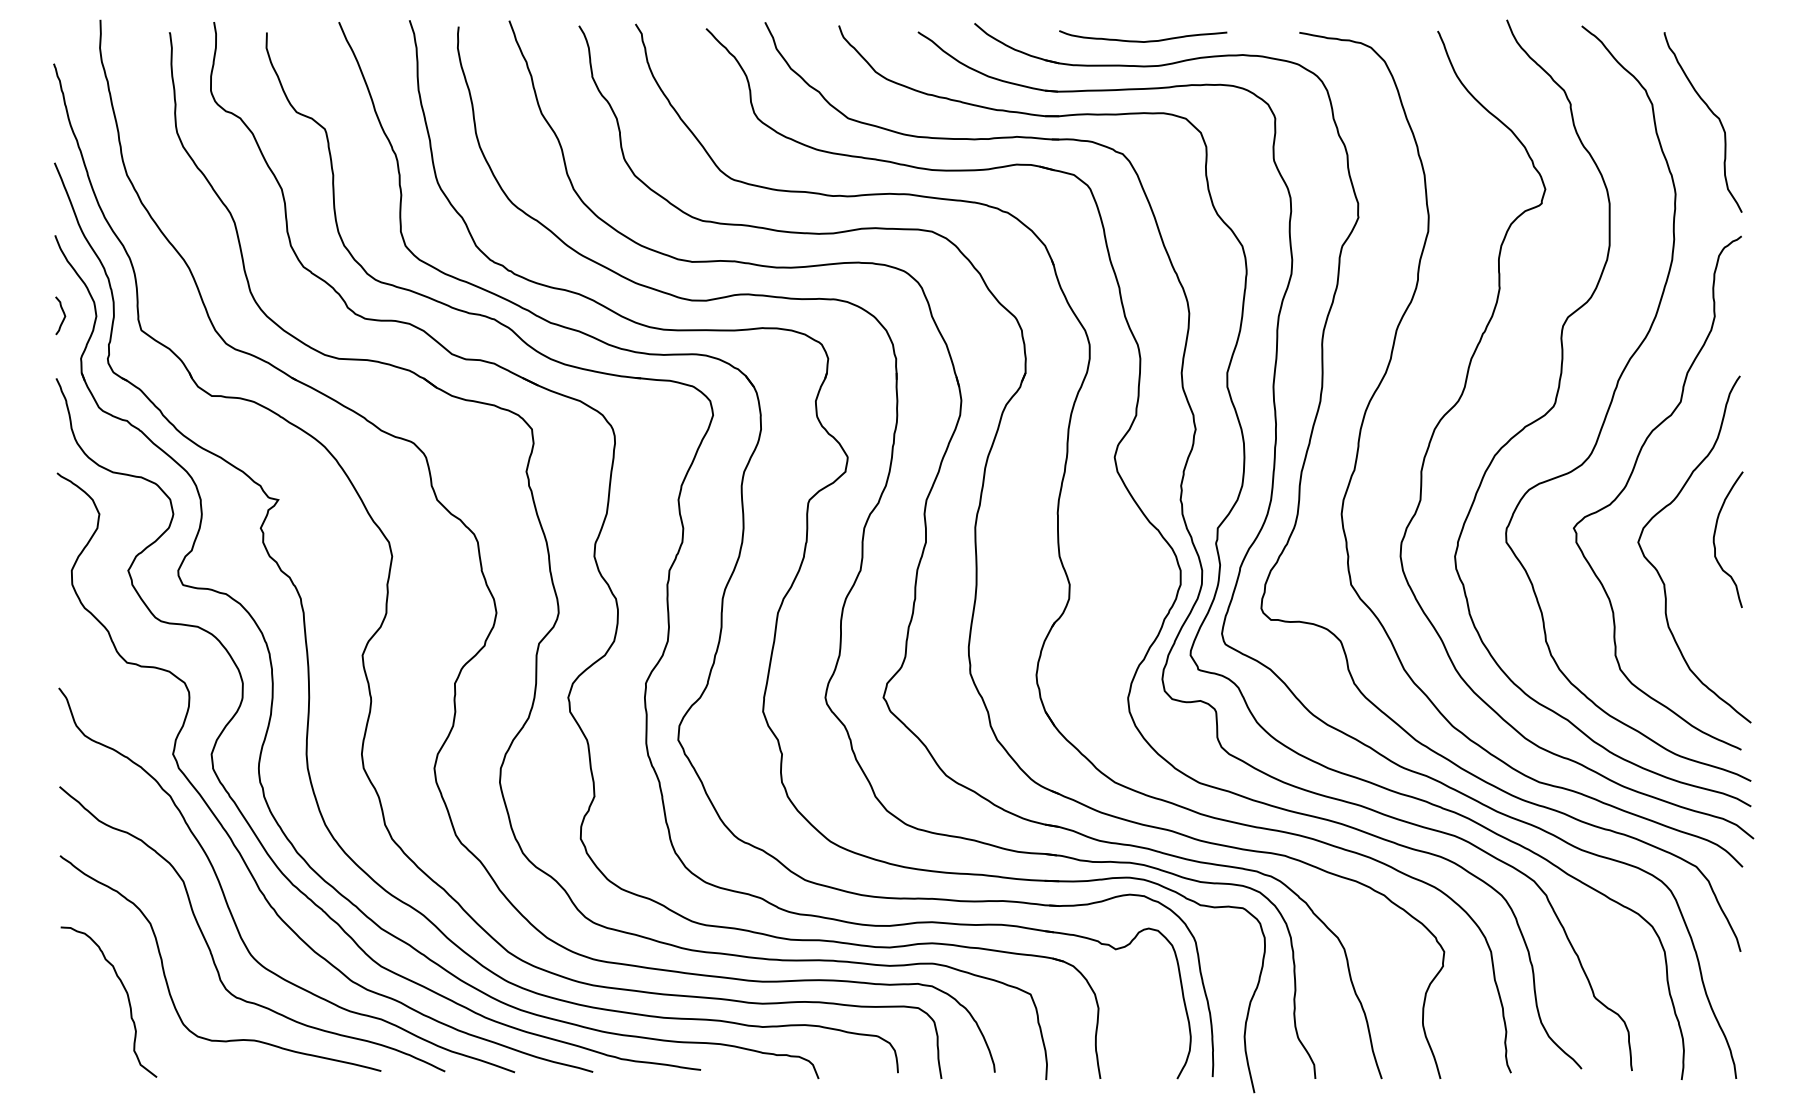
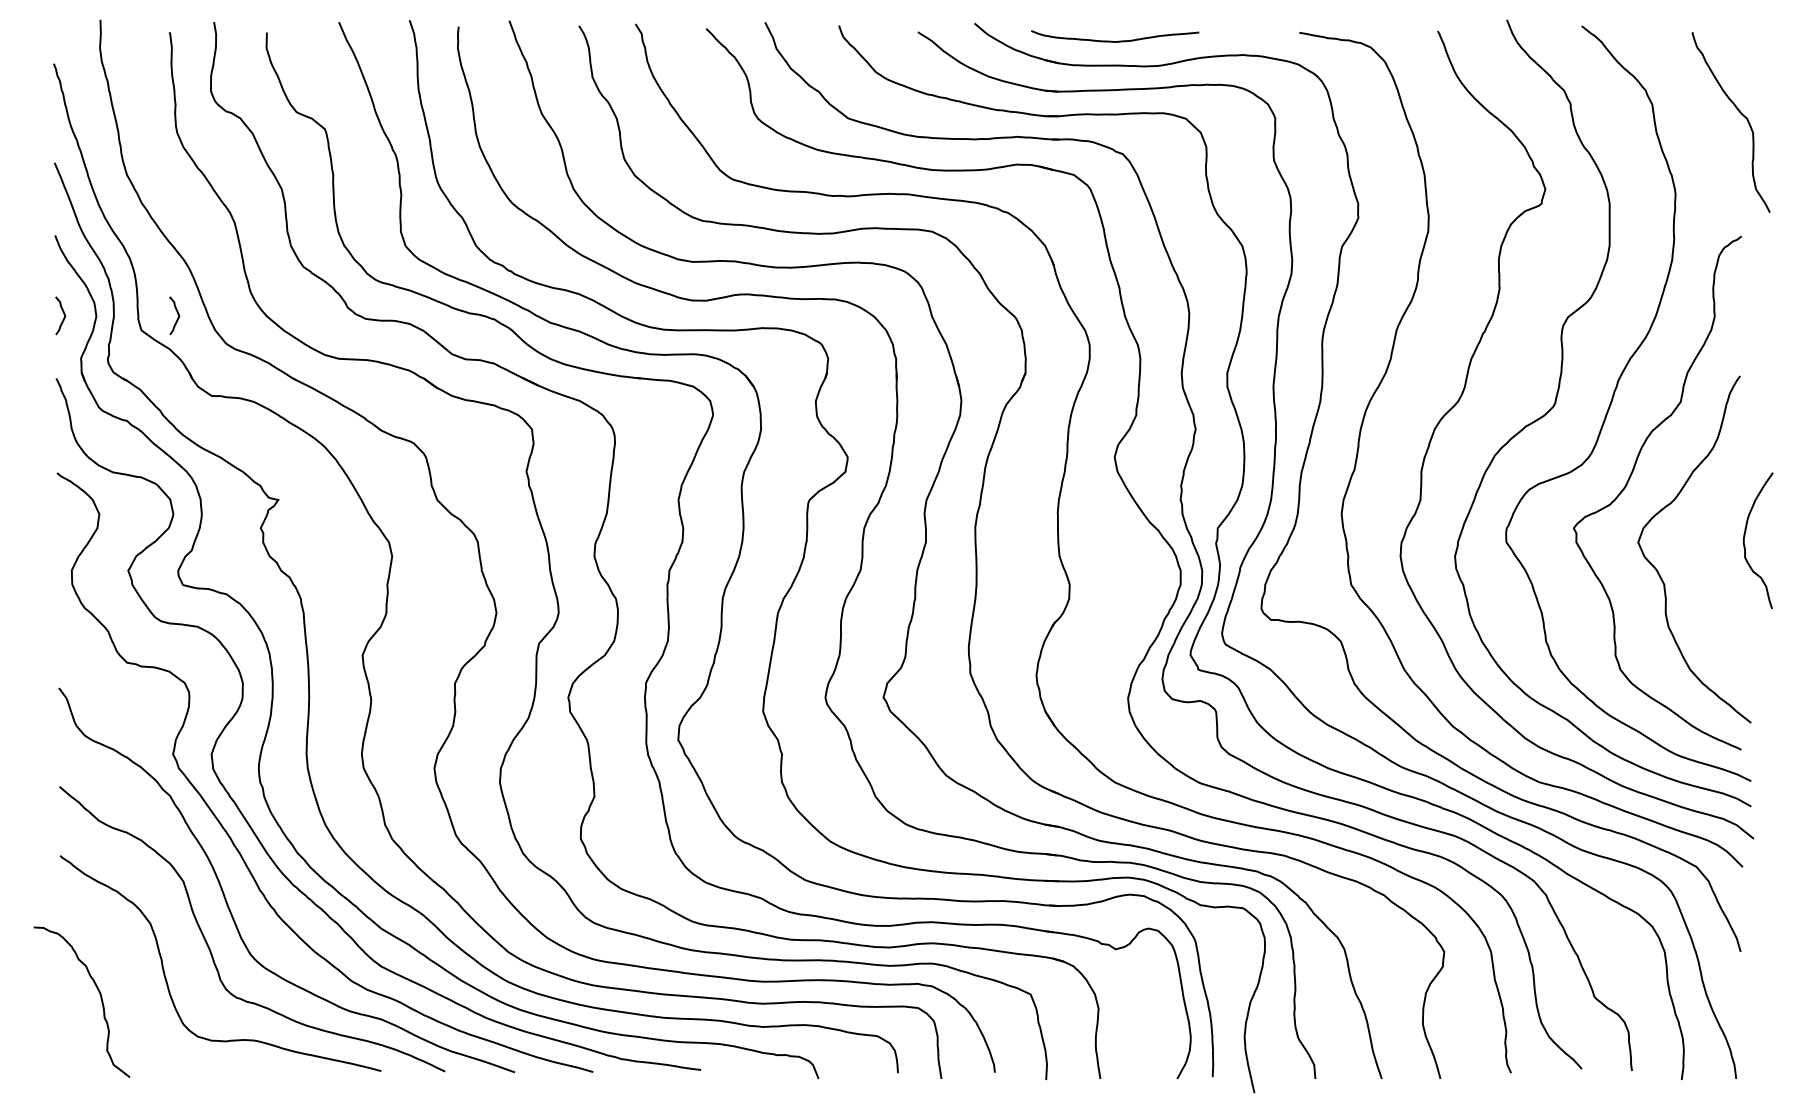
curve at (1140, 40) position: (1140, 40) -> (1112, 40)
curve at (1712, 114) position: (1712, 114) -> (1740, 114)
curve at (177, 314): none -> present
curve at (1715, 535) position: (1715, 535) -> (1745, 536)
curve at (127, 999) position: (127, 999) -> (100, 999)
